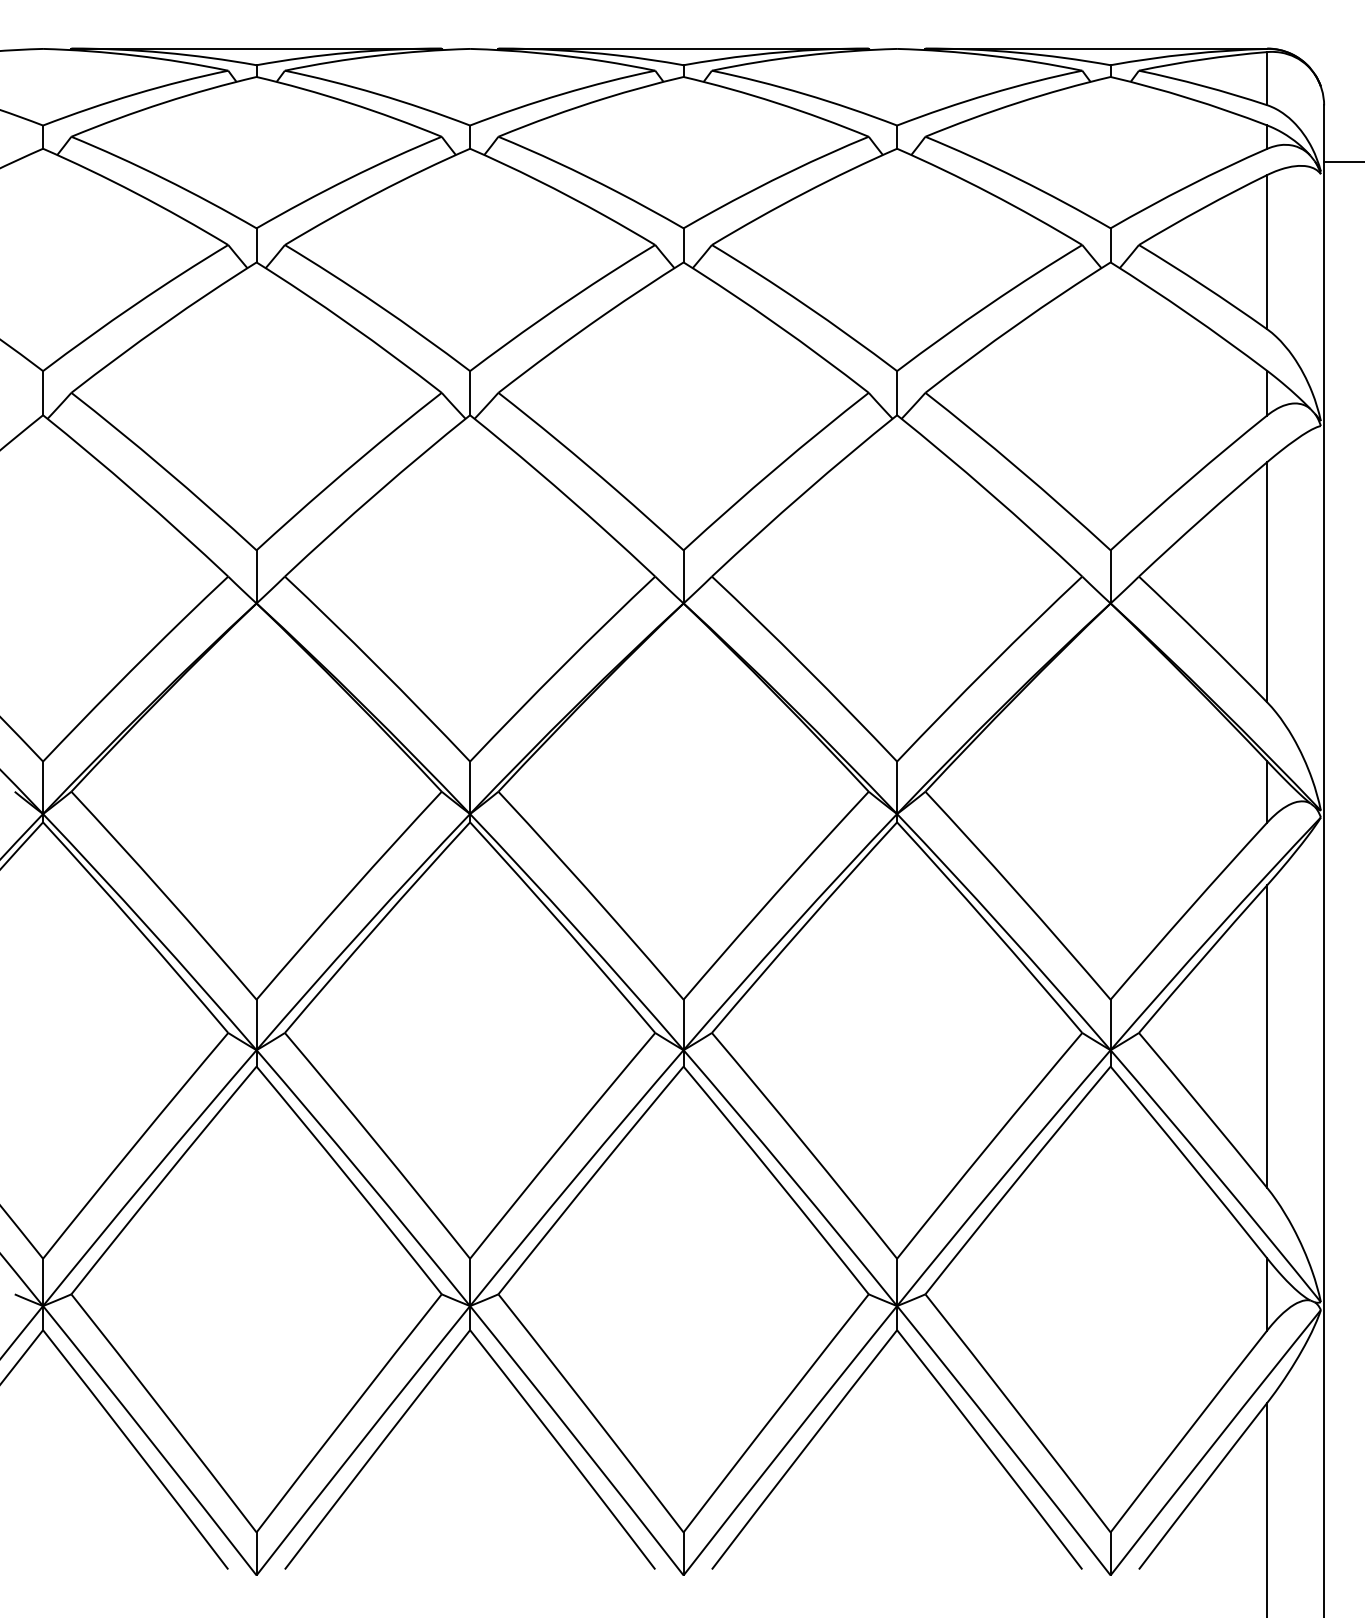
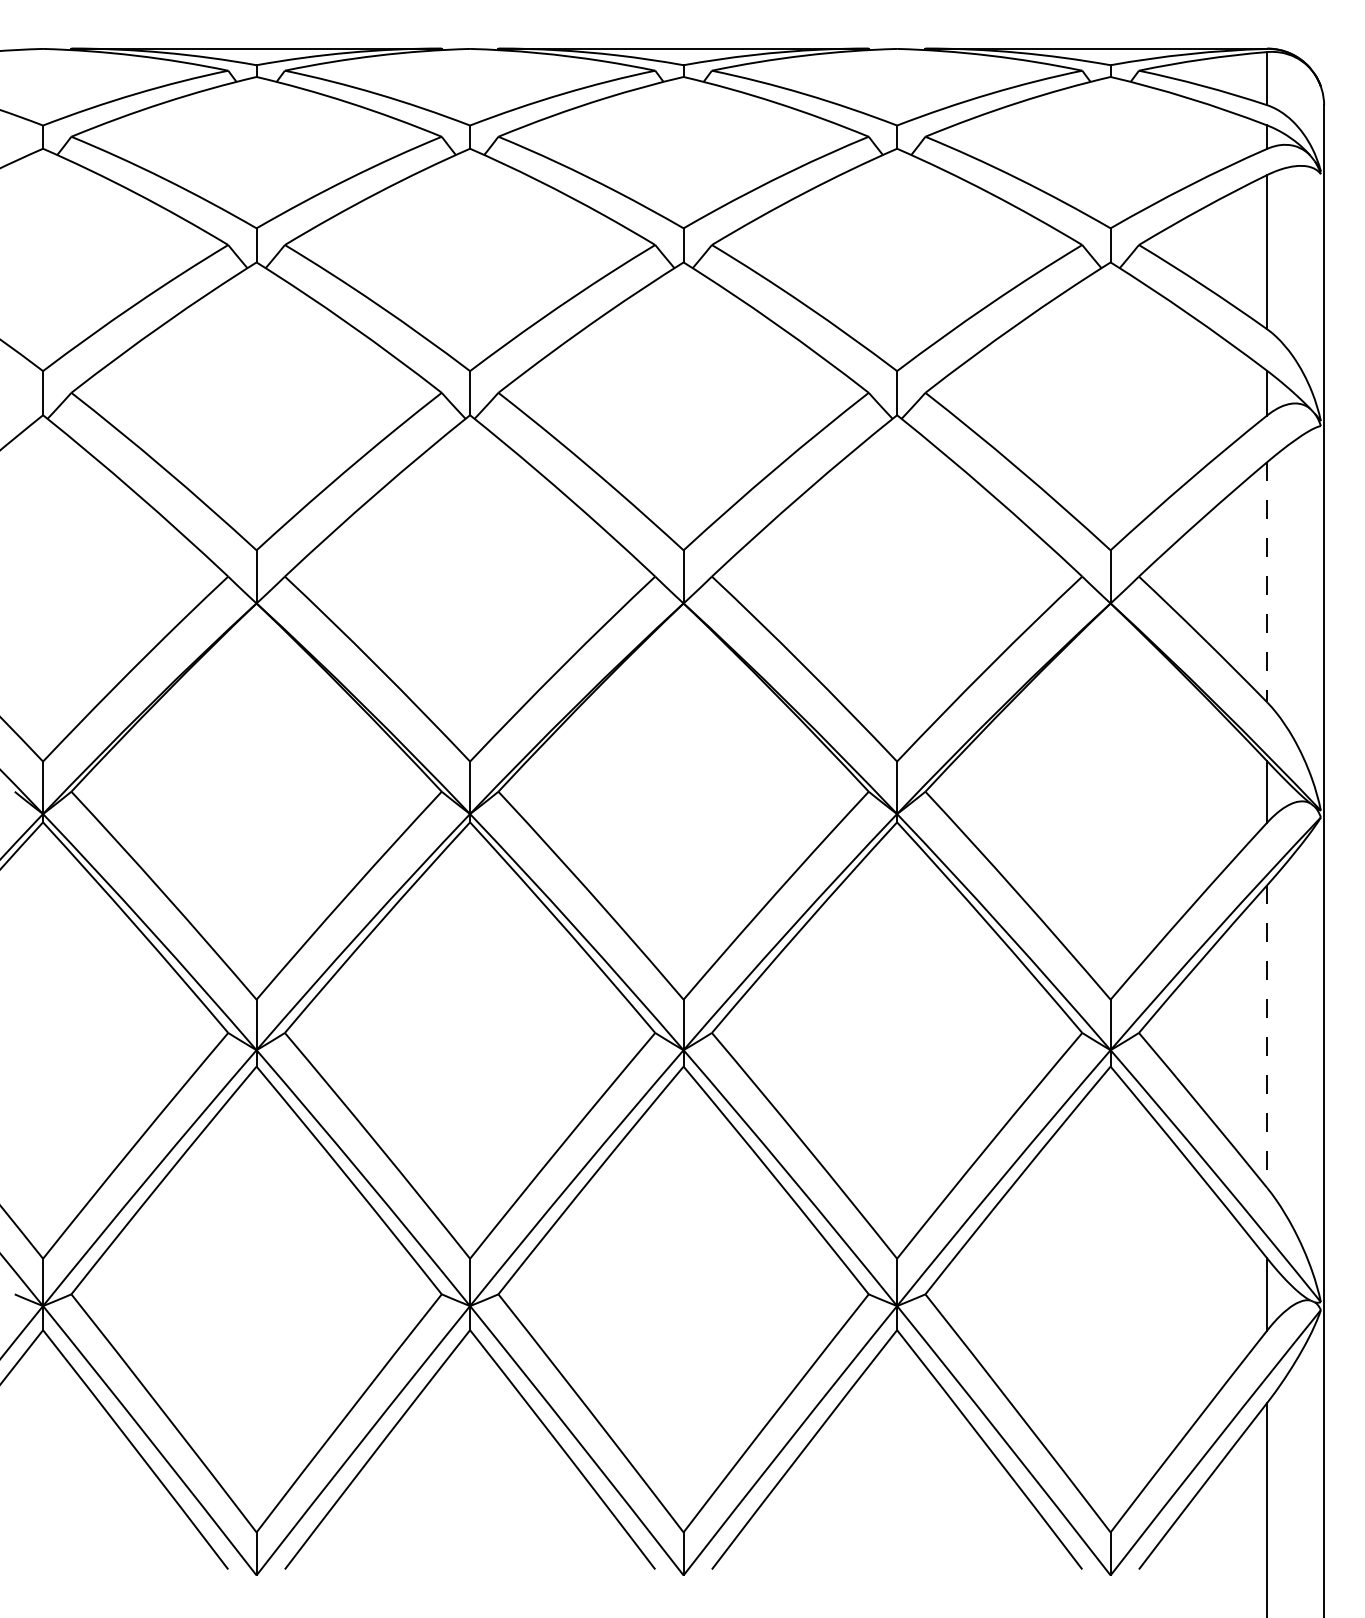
line at (1342, 162): present -> none
line at (1267, 582): solid -> dashed
line at (1267, 1037): solid -> dashed
